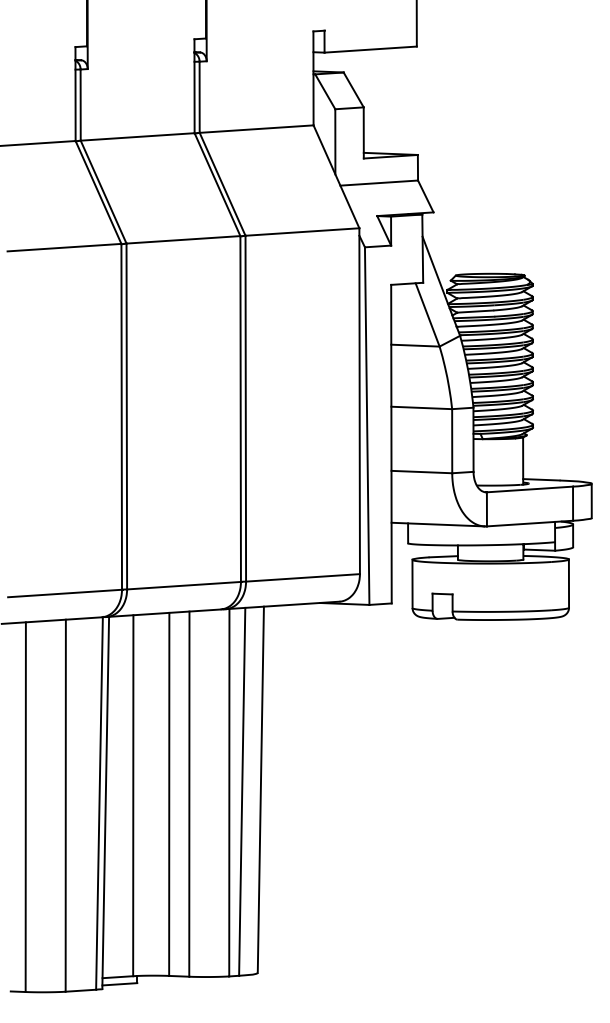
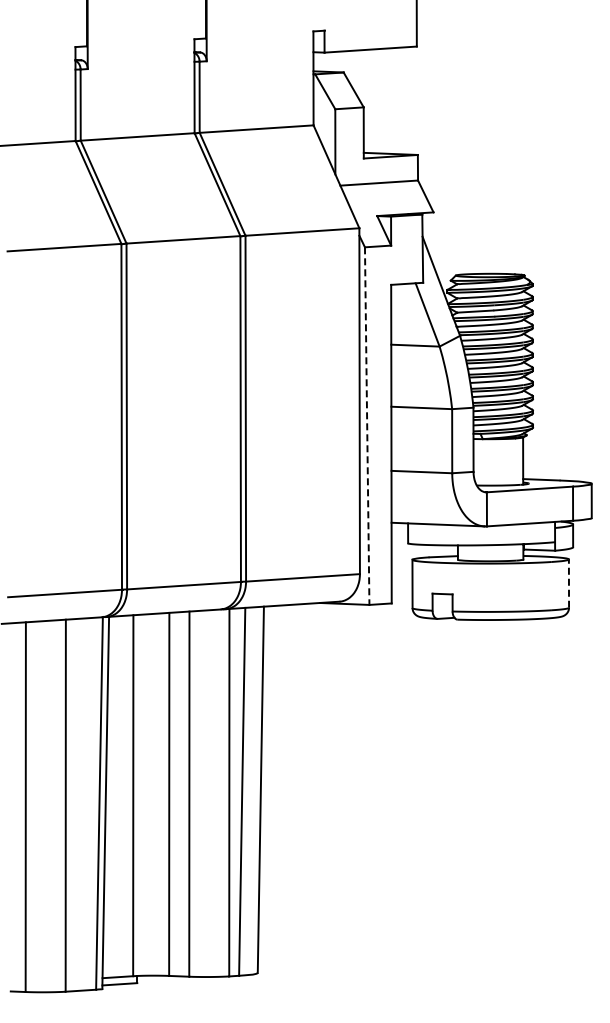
line at (367, 426): solid -> dashed
line at (568, 583): solid -> dashed
